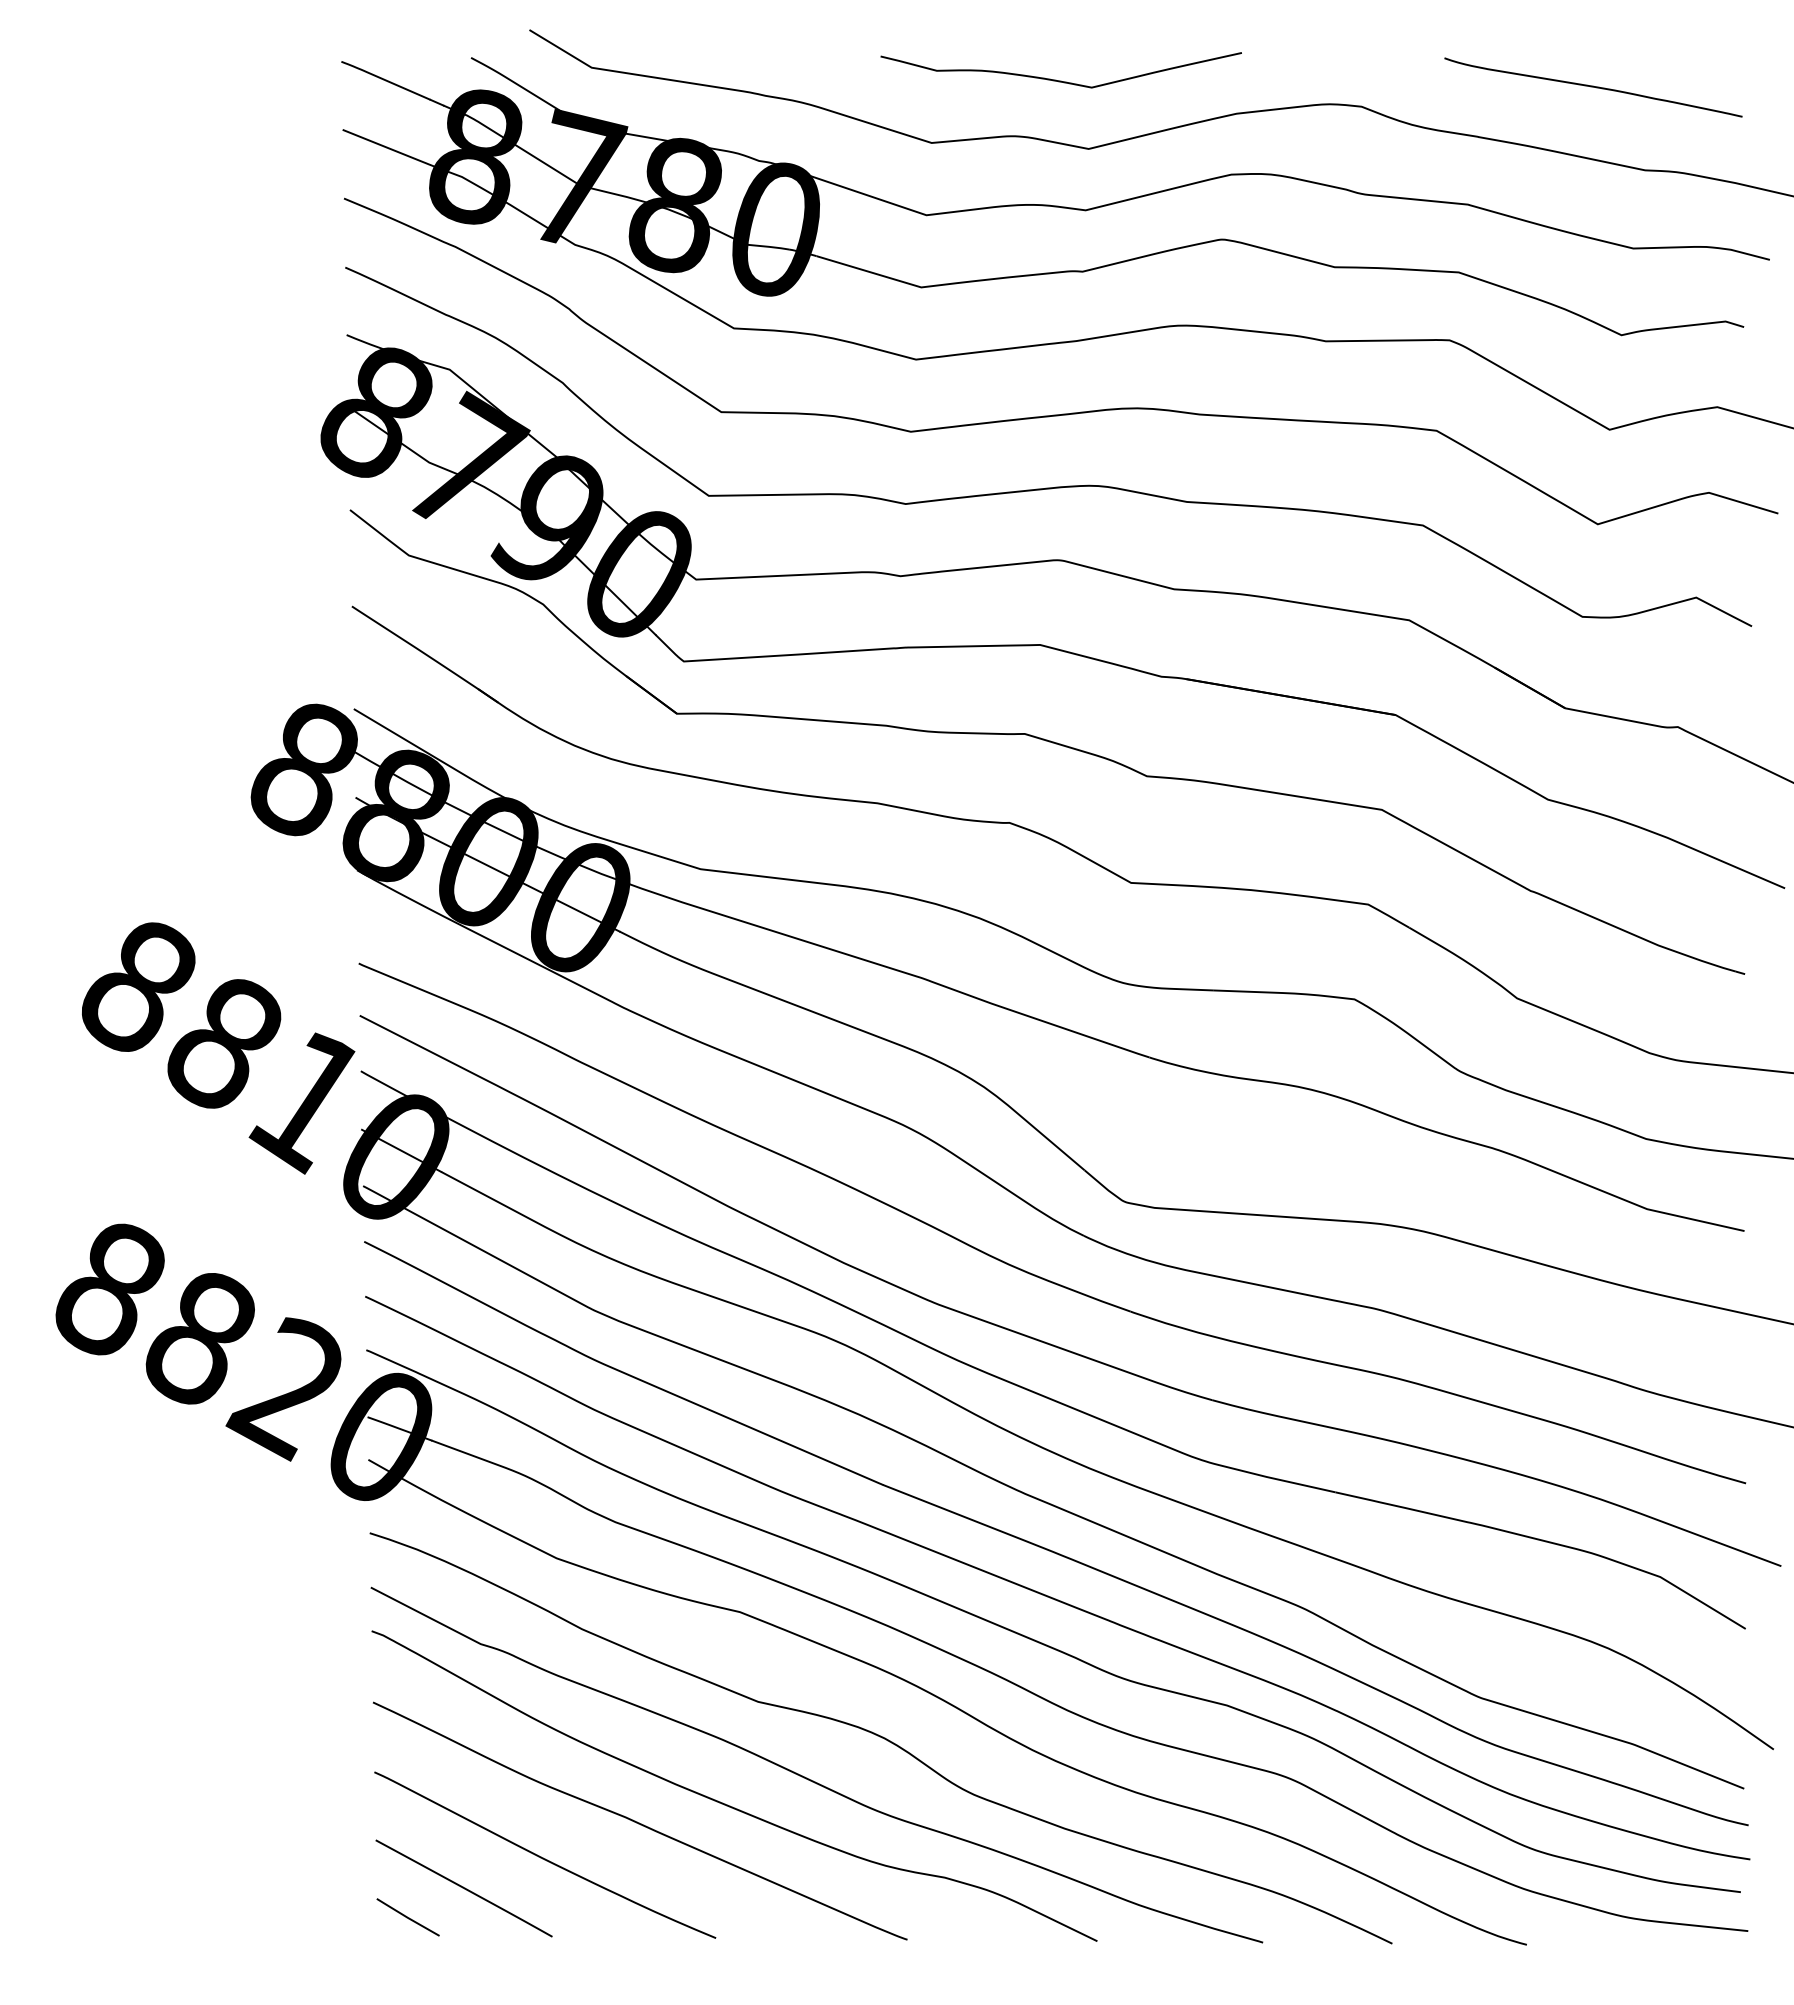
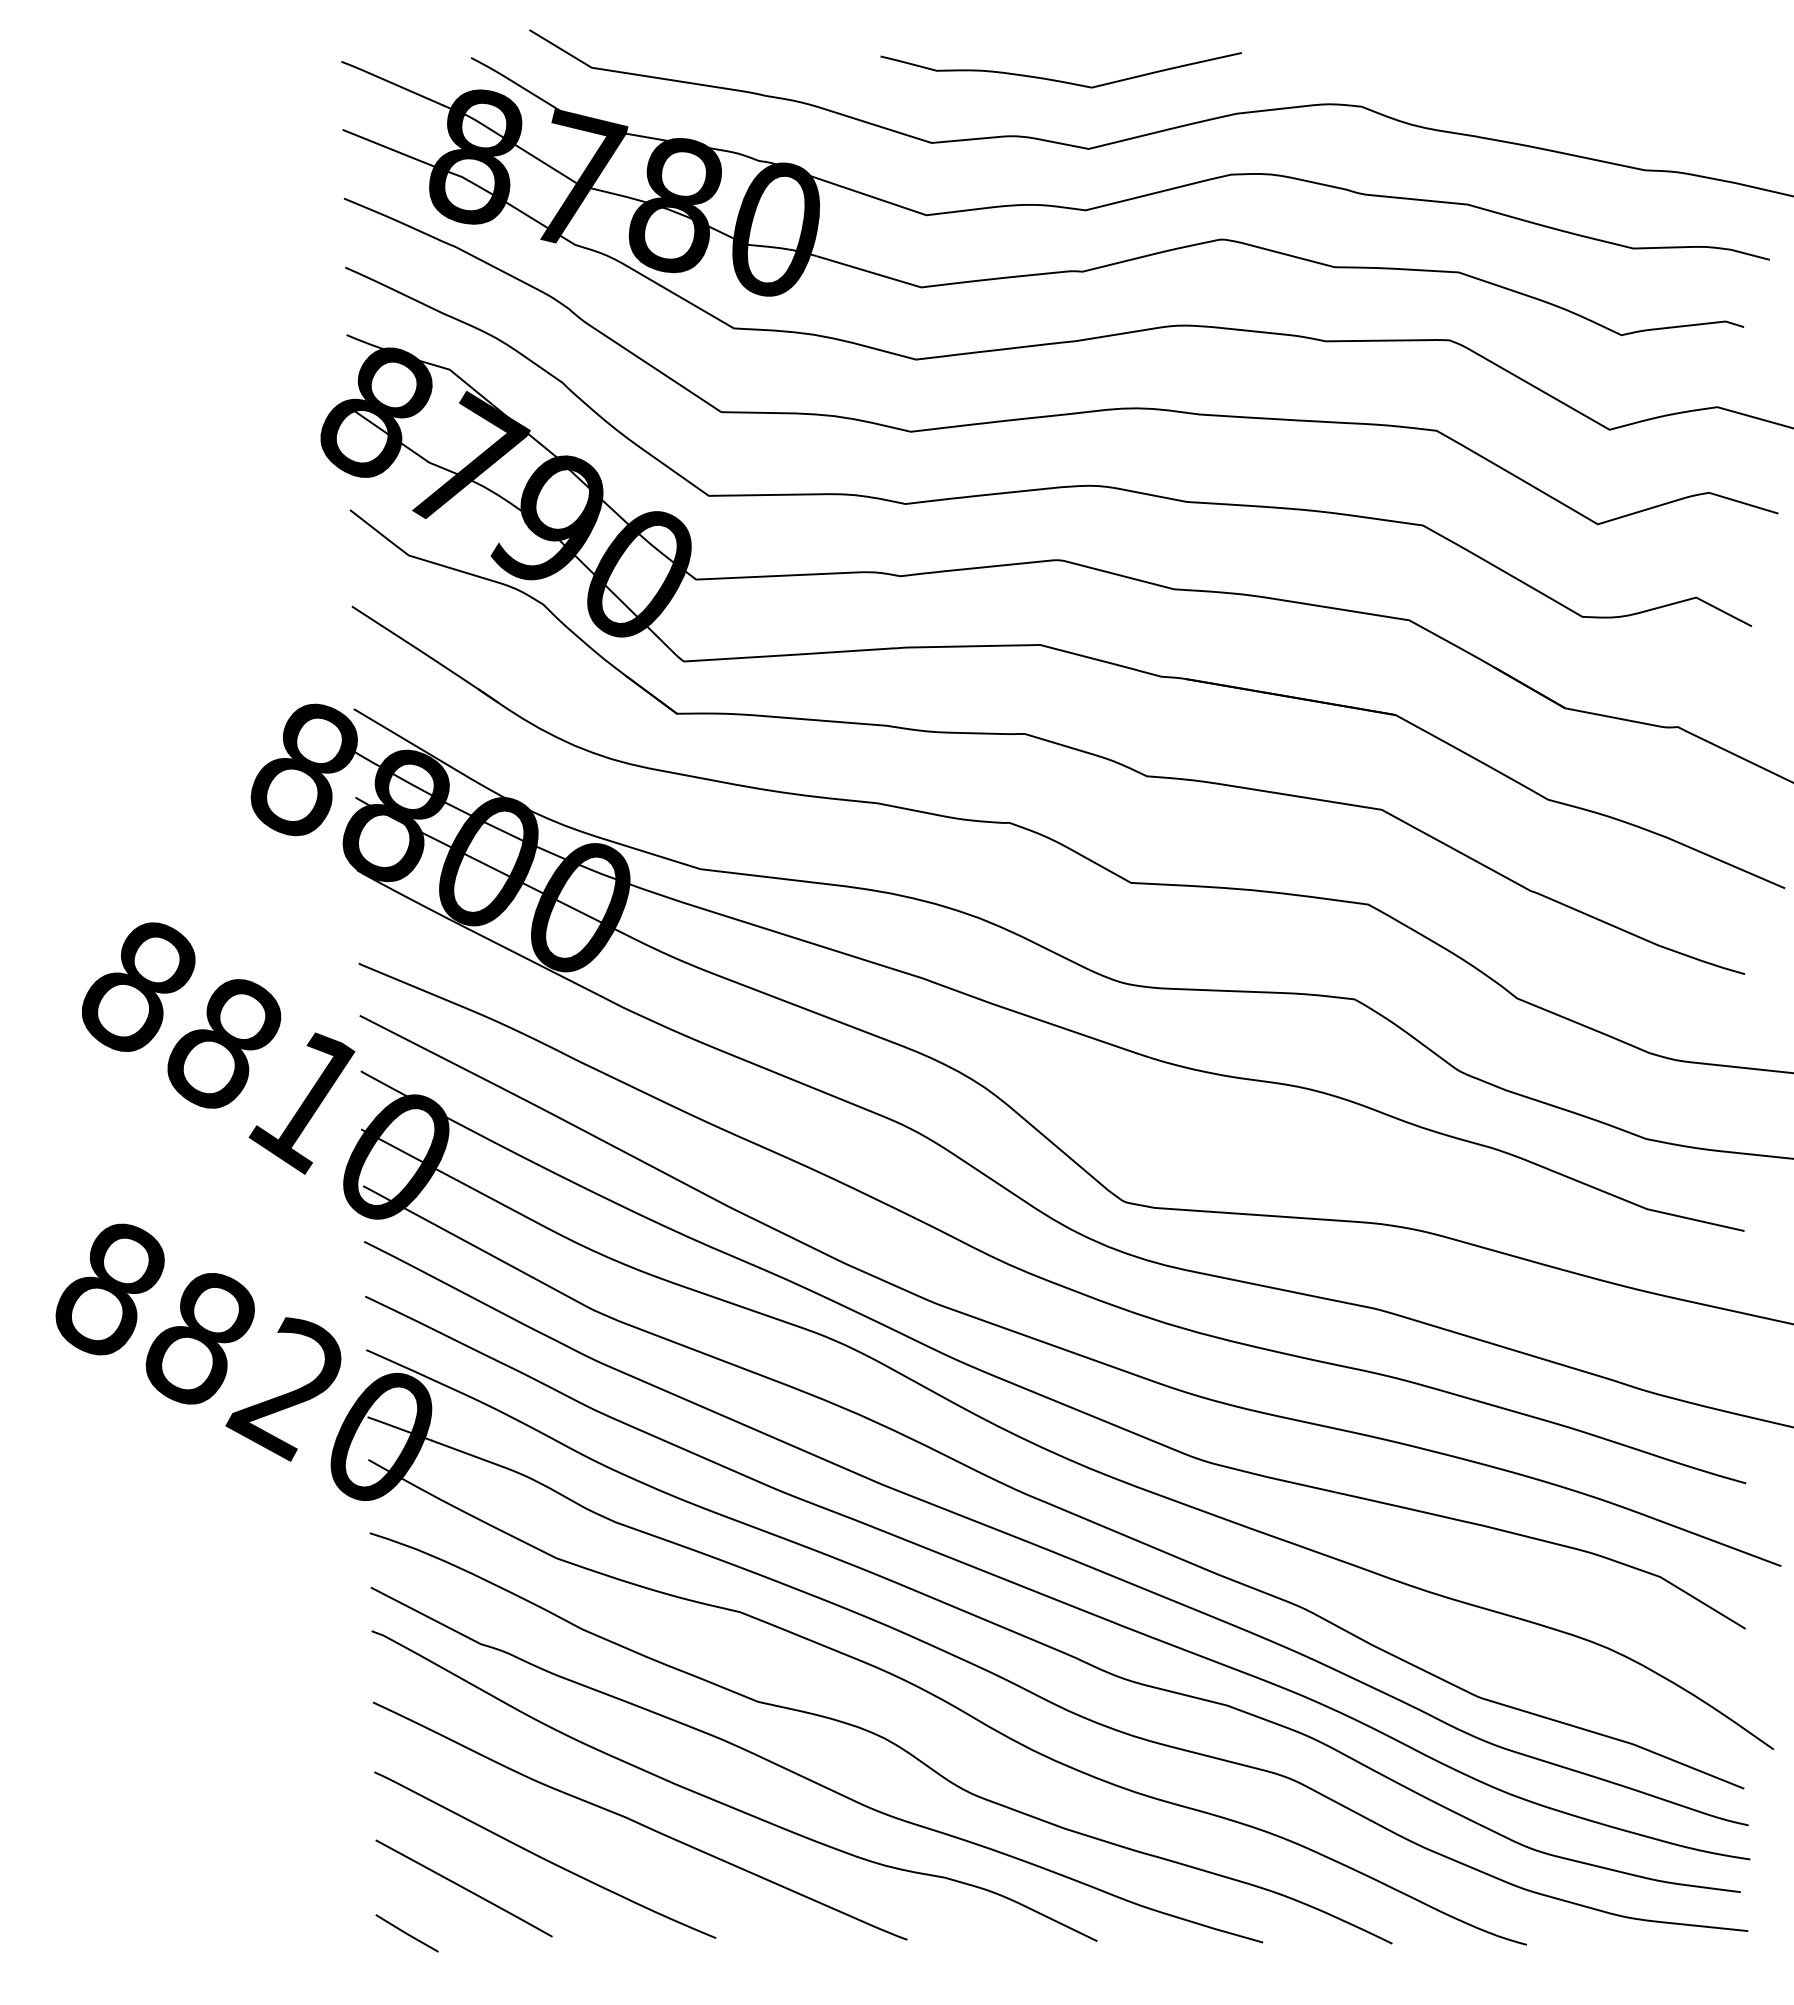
curve at (1593, 87): present -> none
line at (407, 1917) position: (407, 1917) -> (406, 1933)
